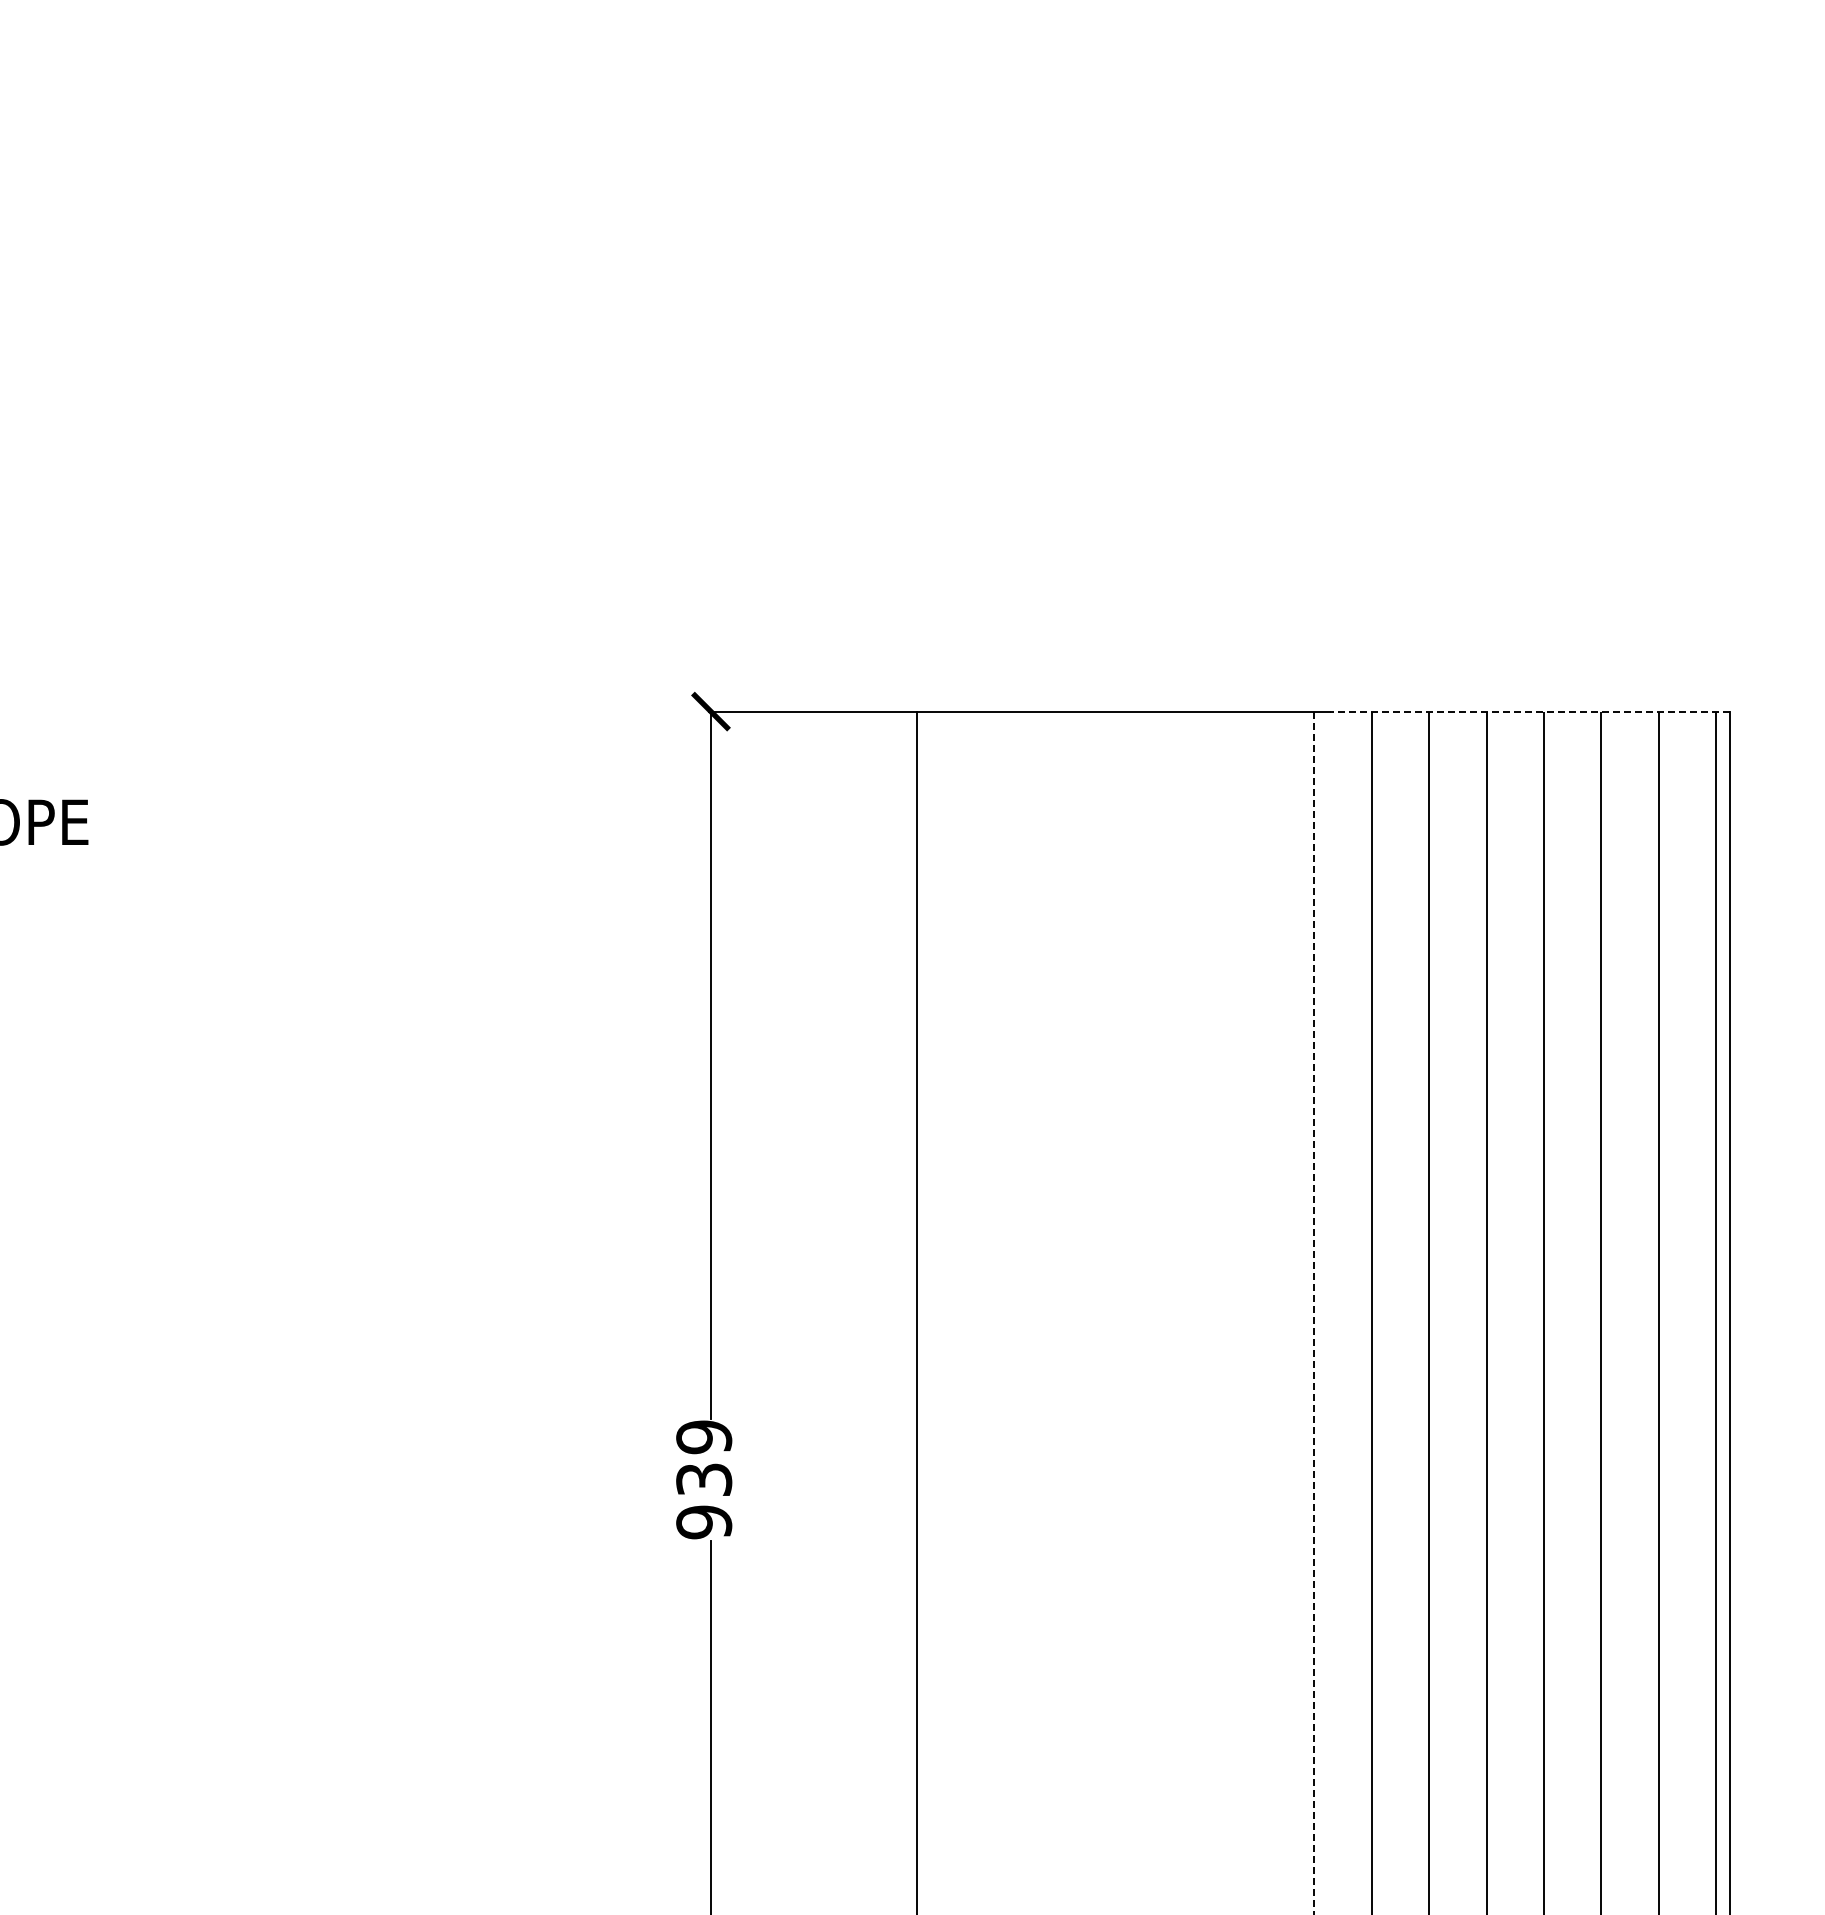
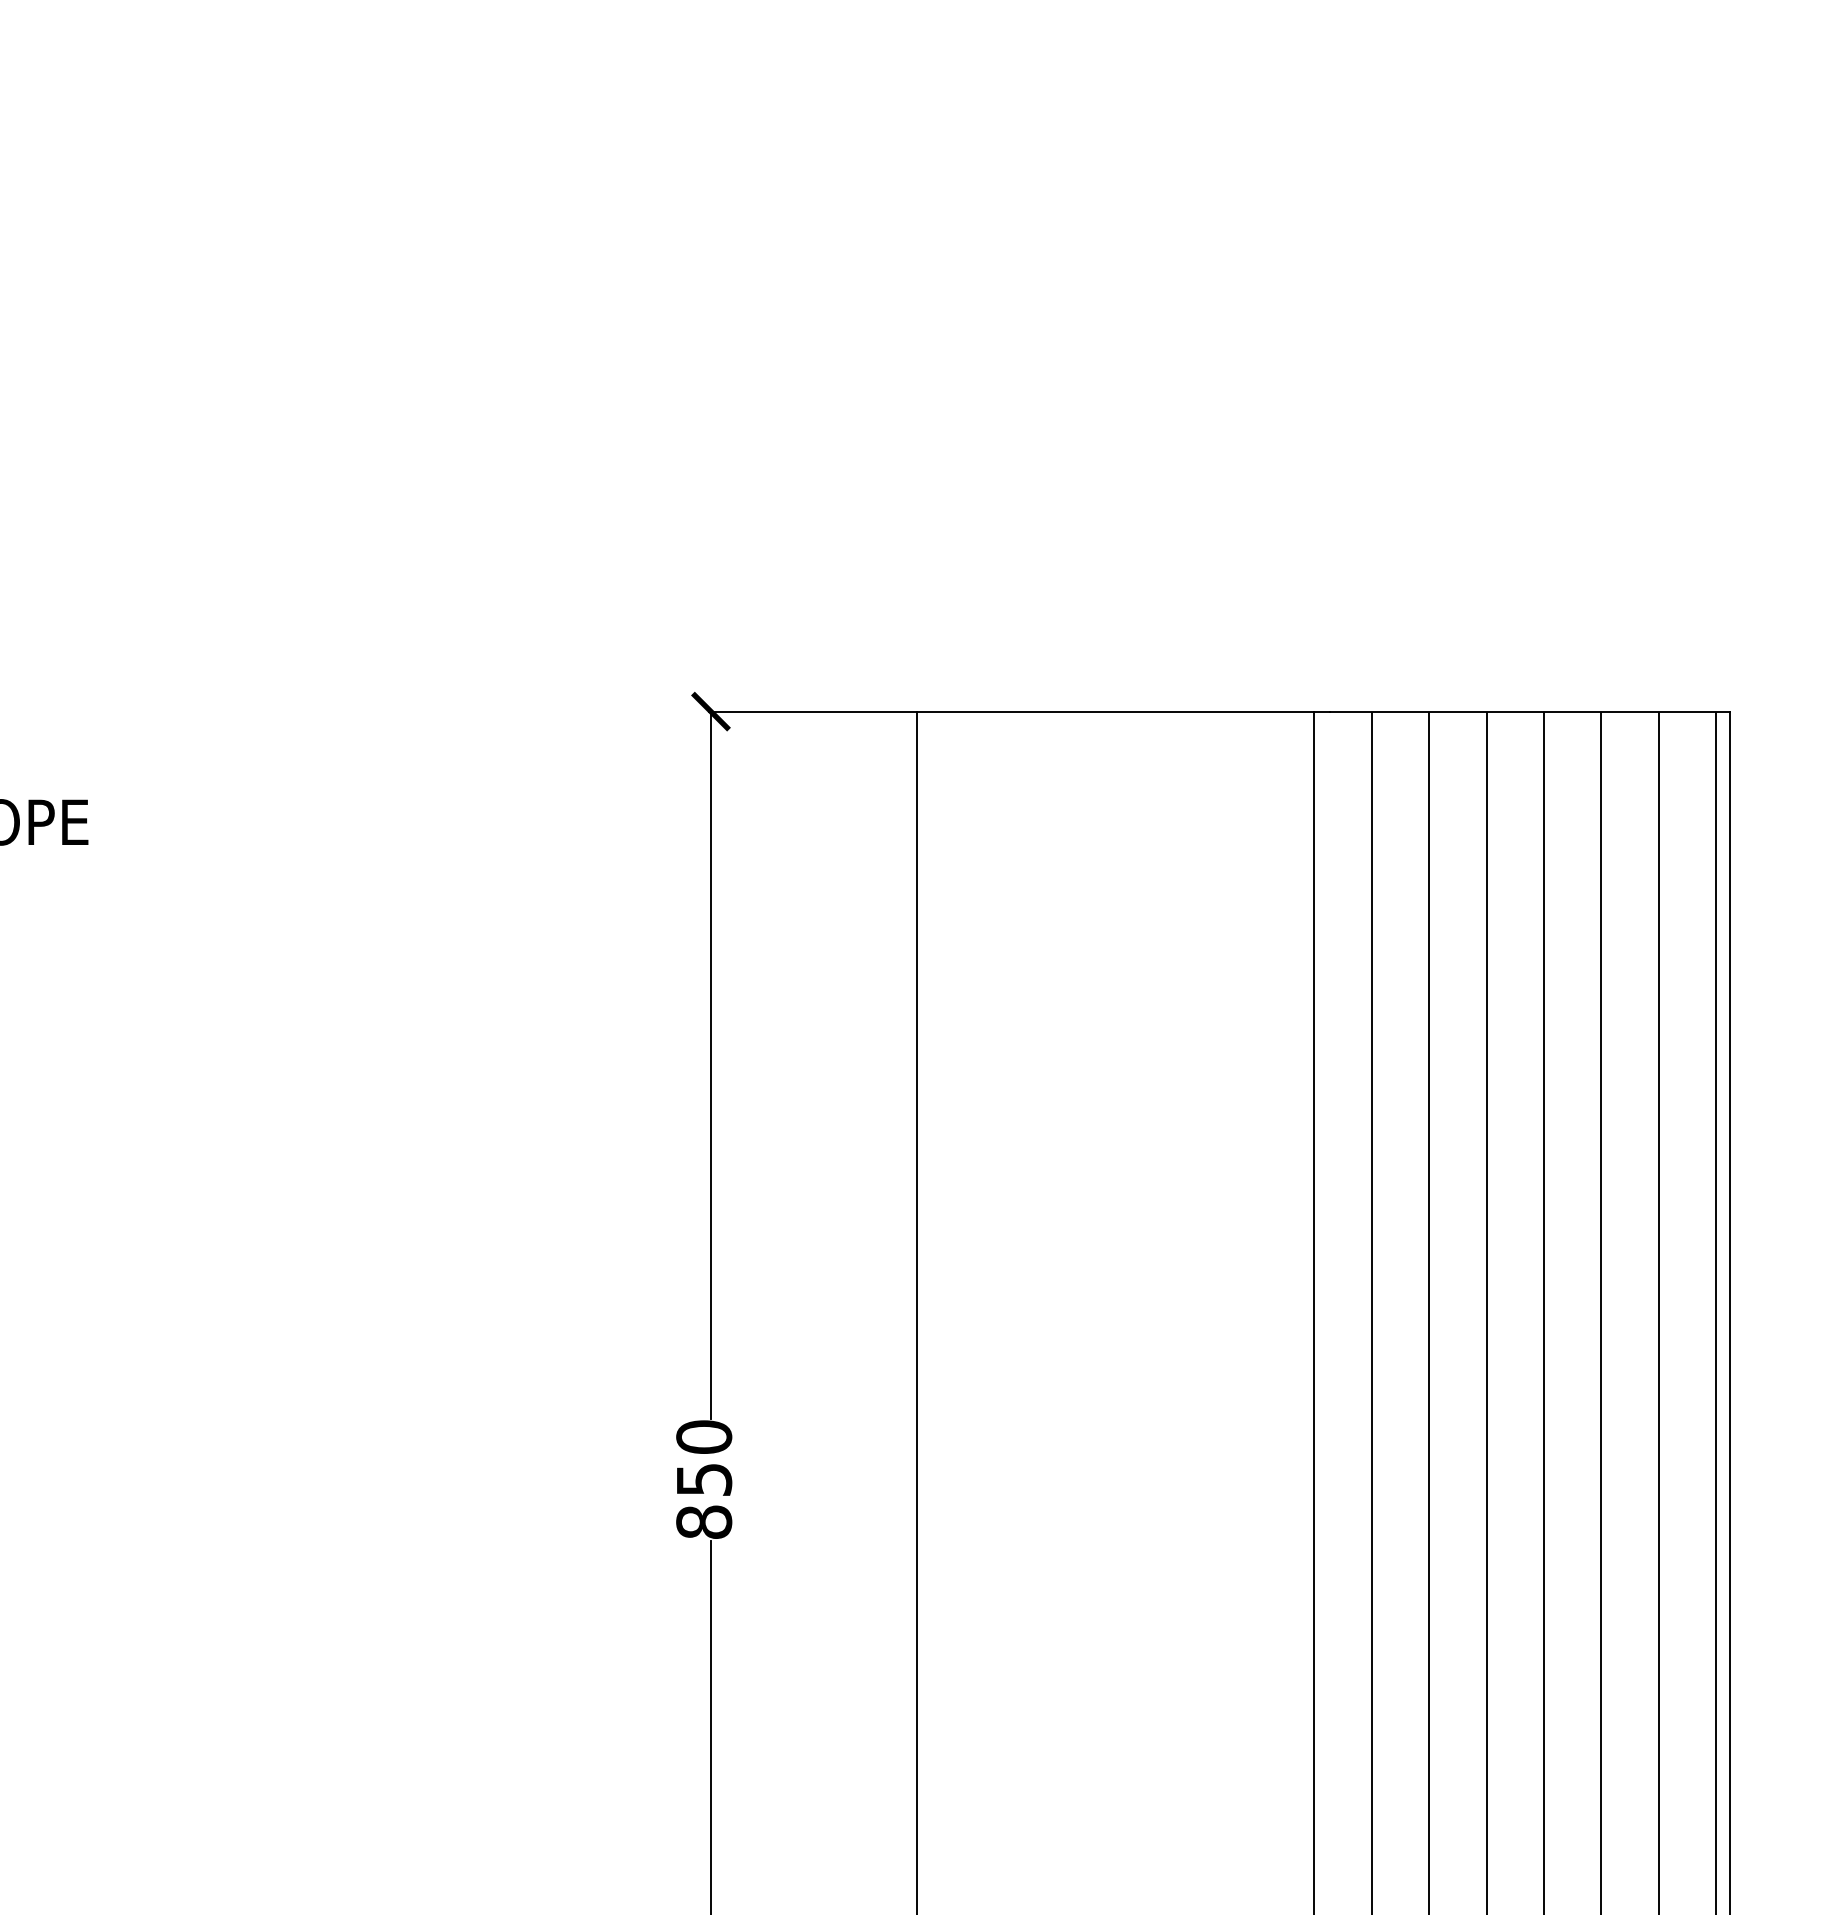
line at (1529, 711): dashed -> solid
line at (1314, 1313): dashed -> solid
text at (704, 1479): 939 -> 850
